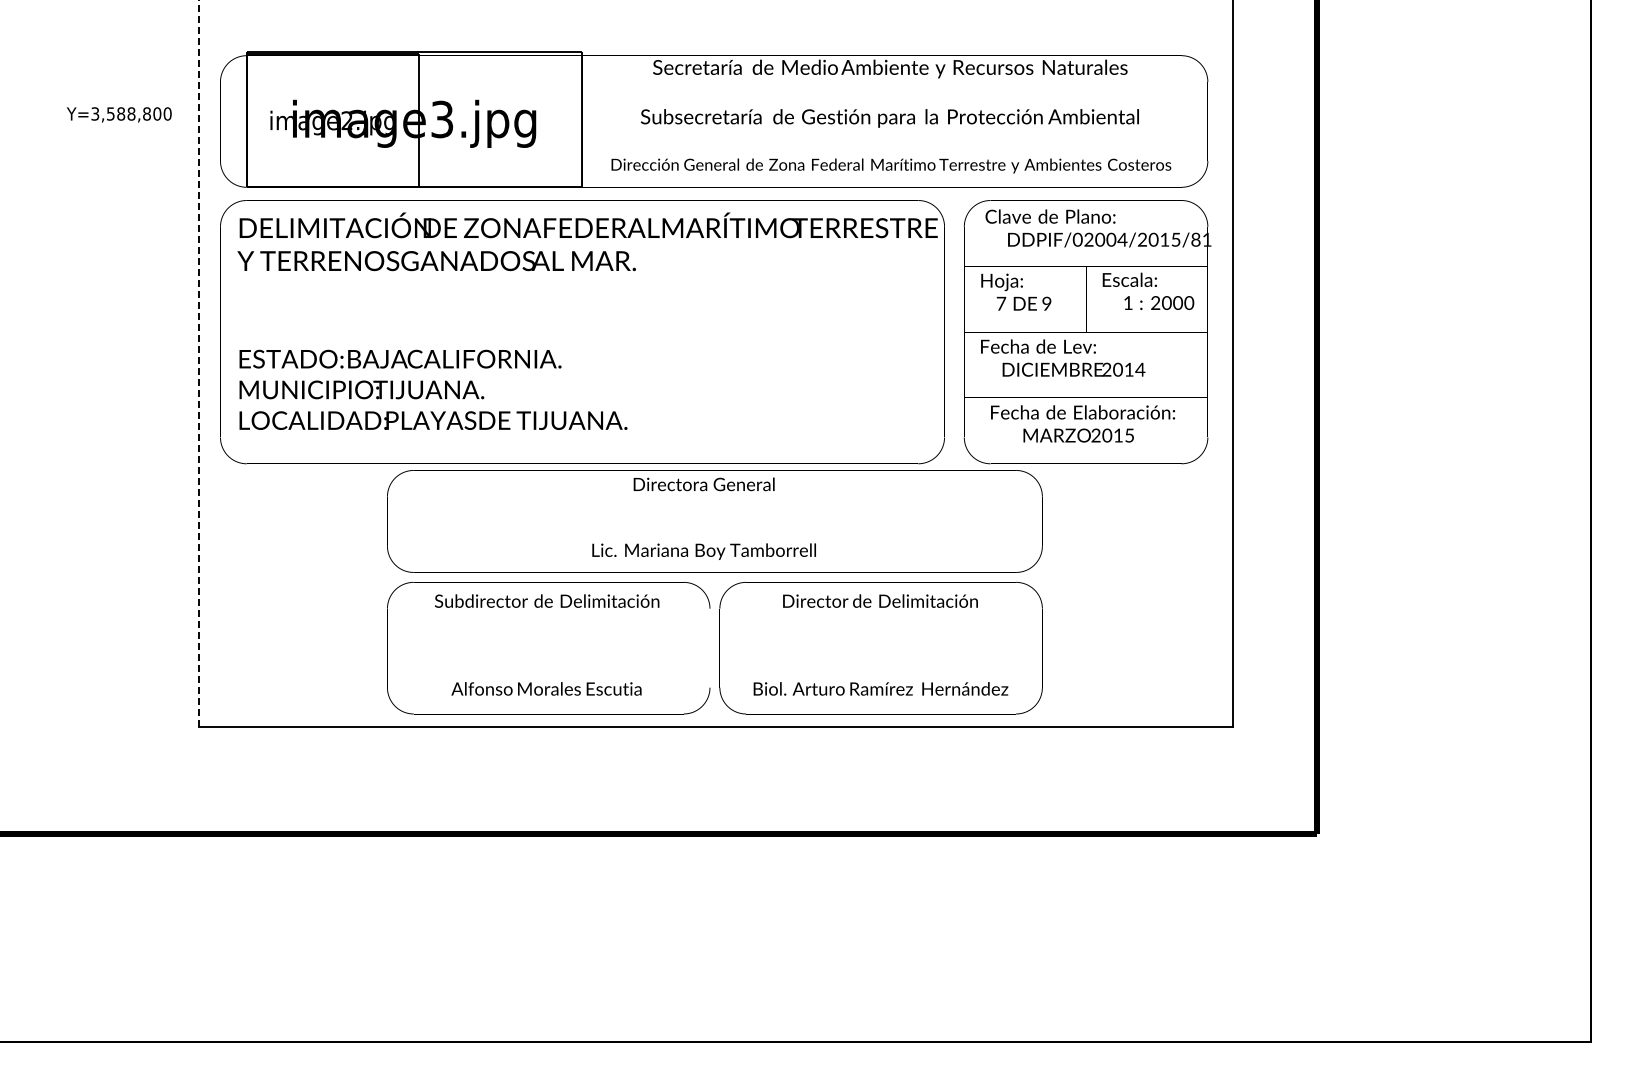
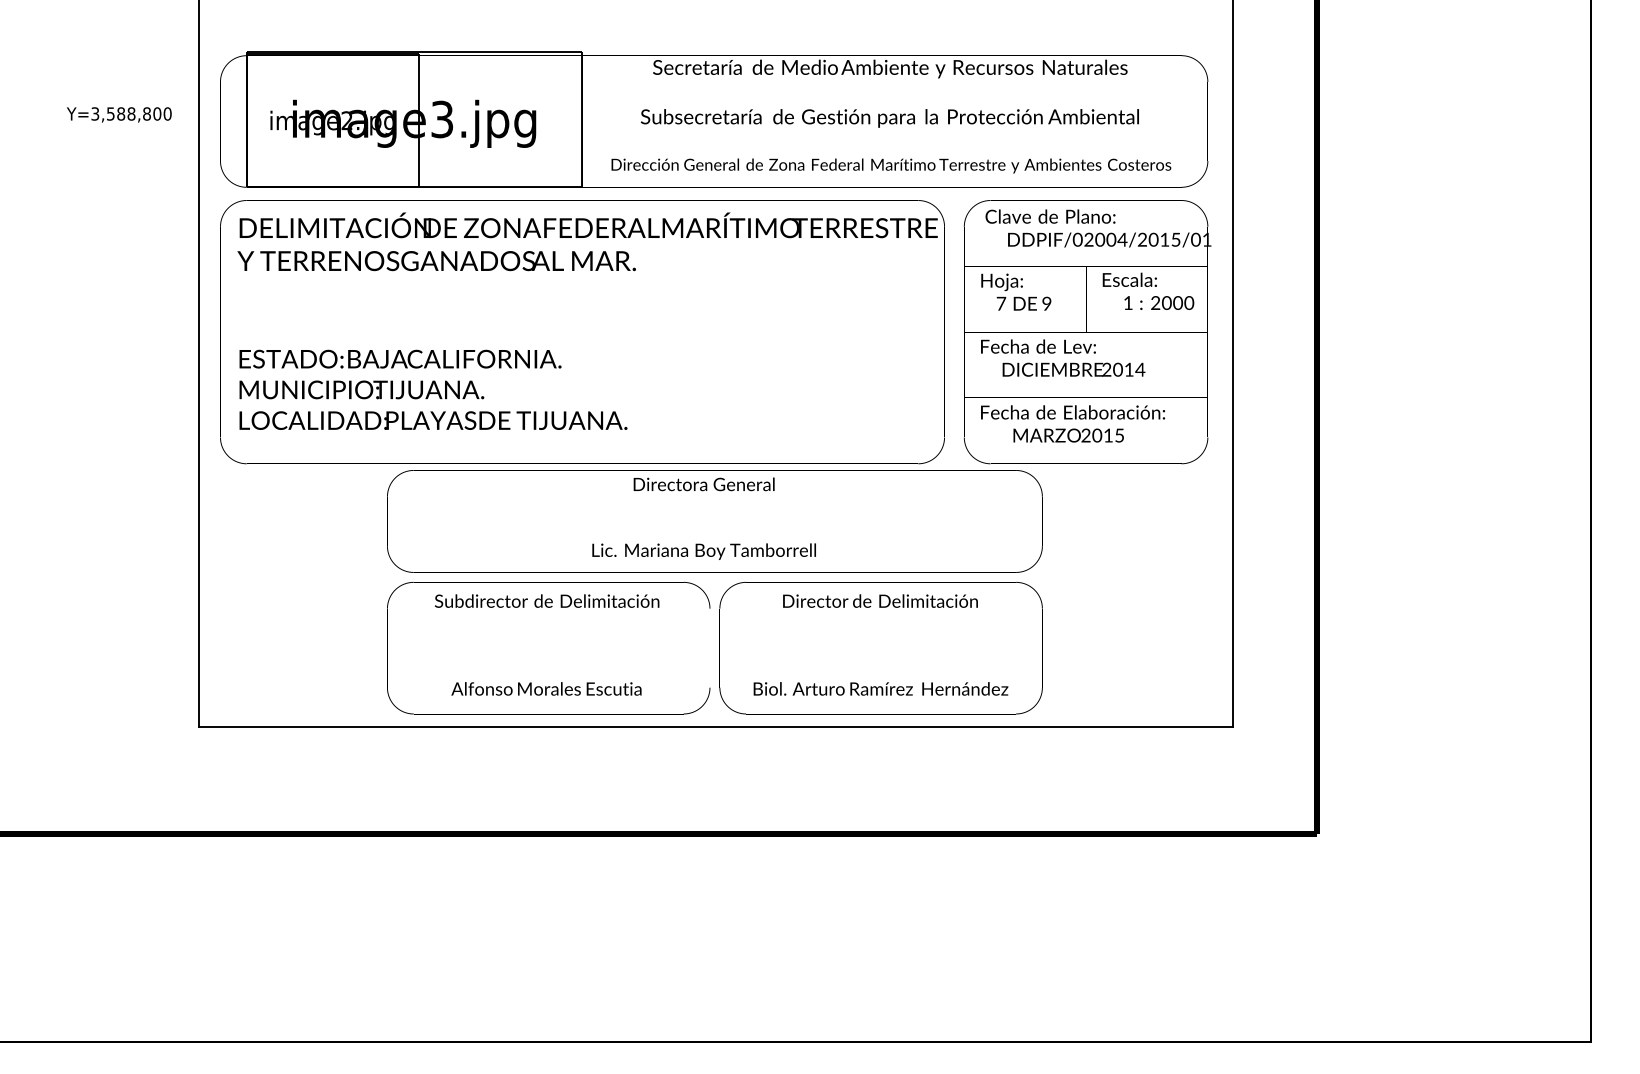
text at (1195, 240): DDPIF/02004/2015/81 -> DDPIF/02004/2015/01
line at (198, 363): dashed -> solid
text at (1083, 423) position: (1083, 423) -> (1073, 423)
